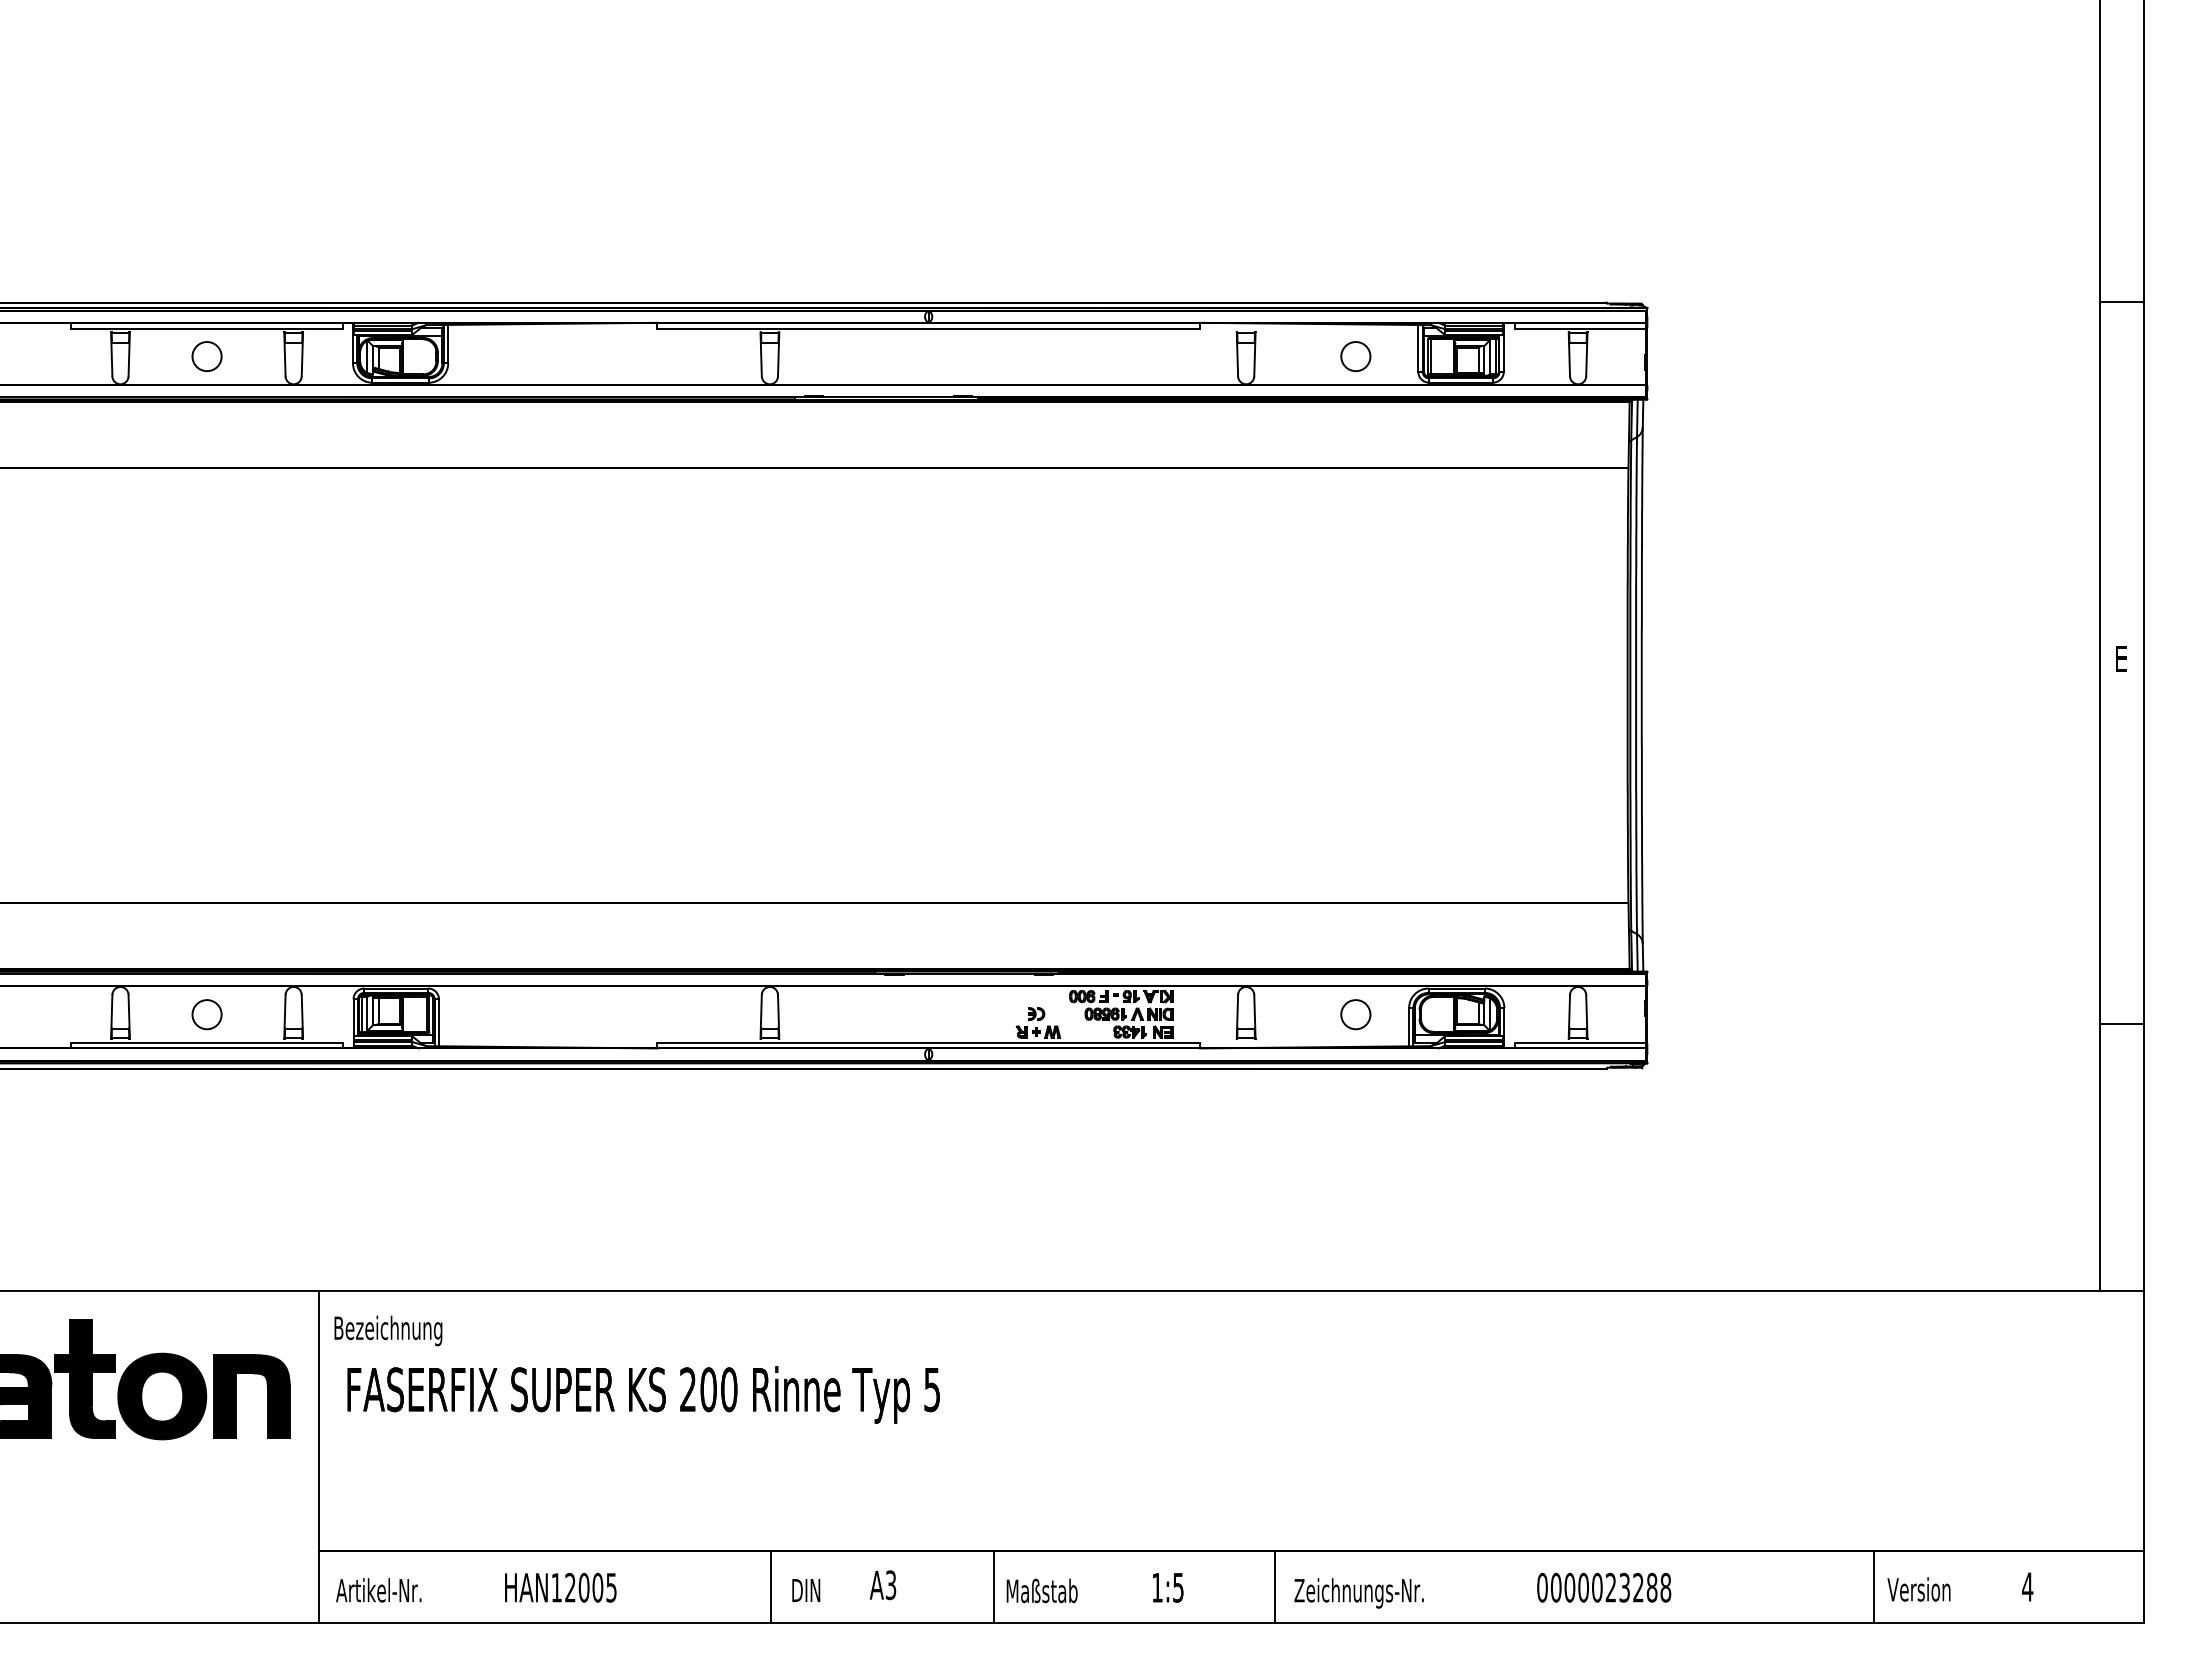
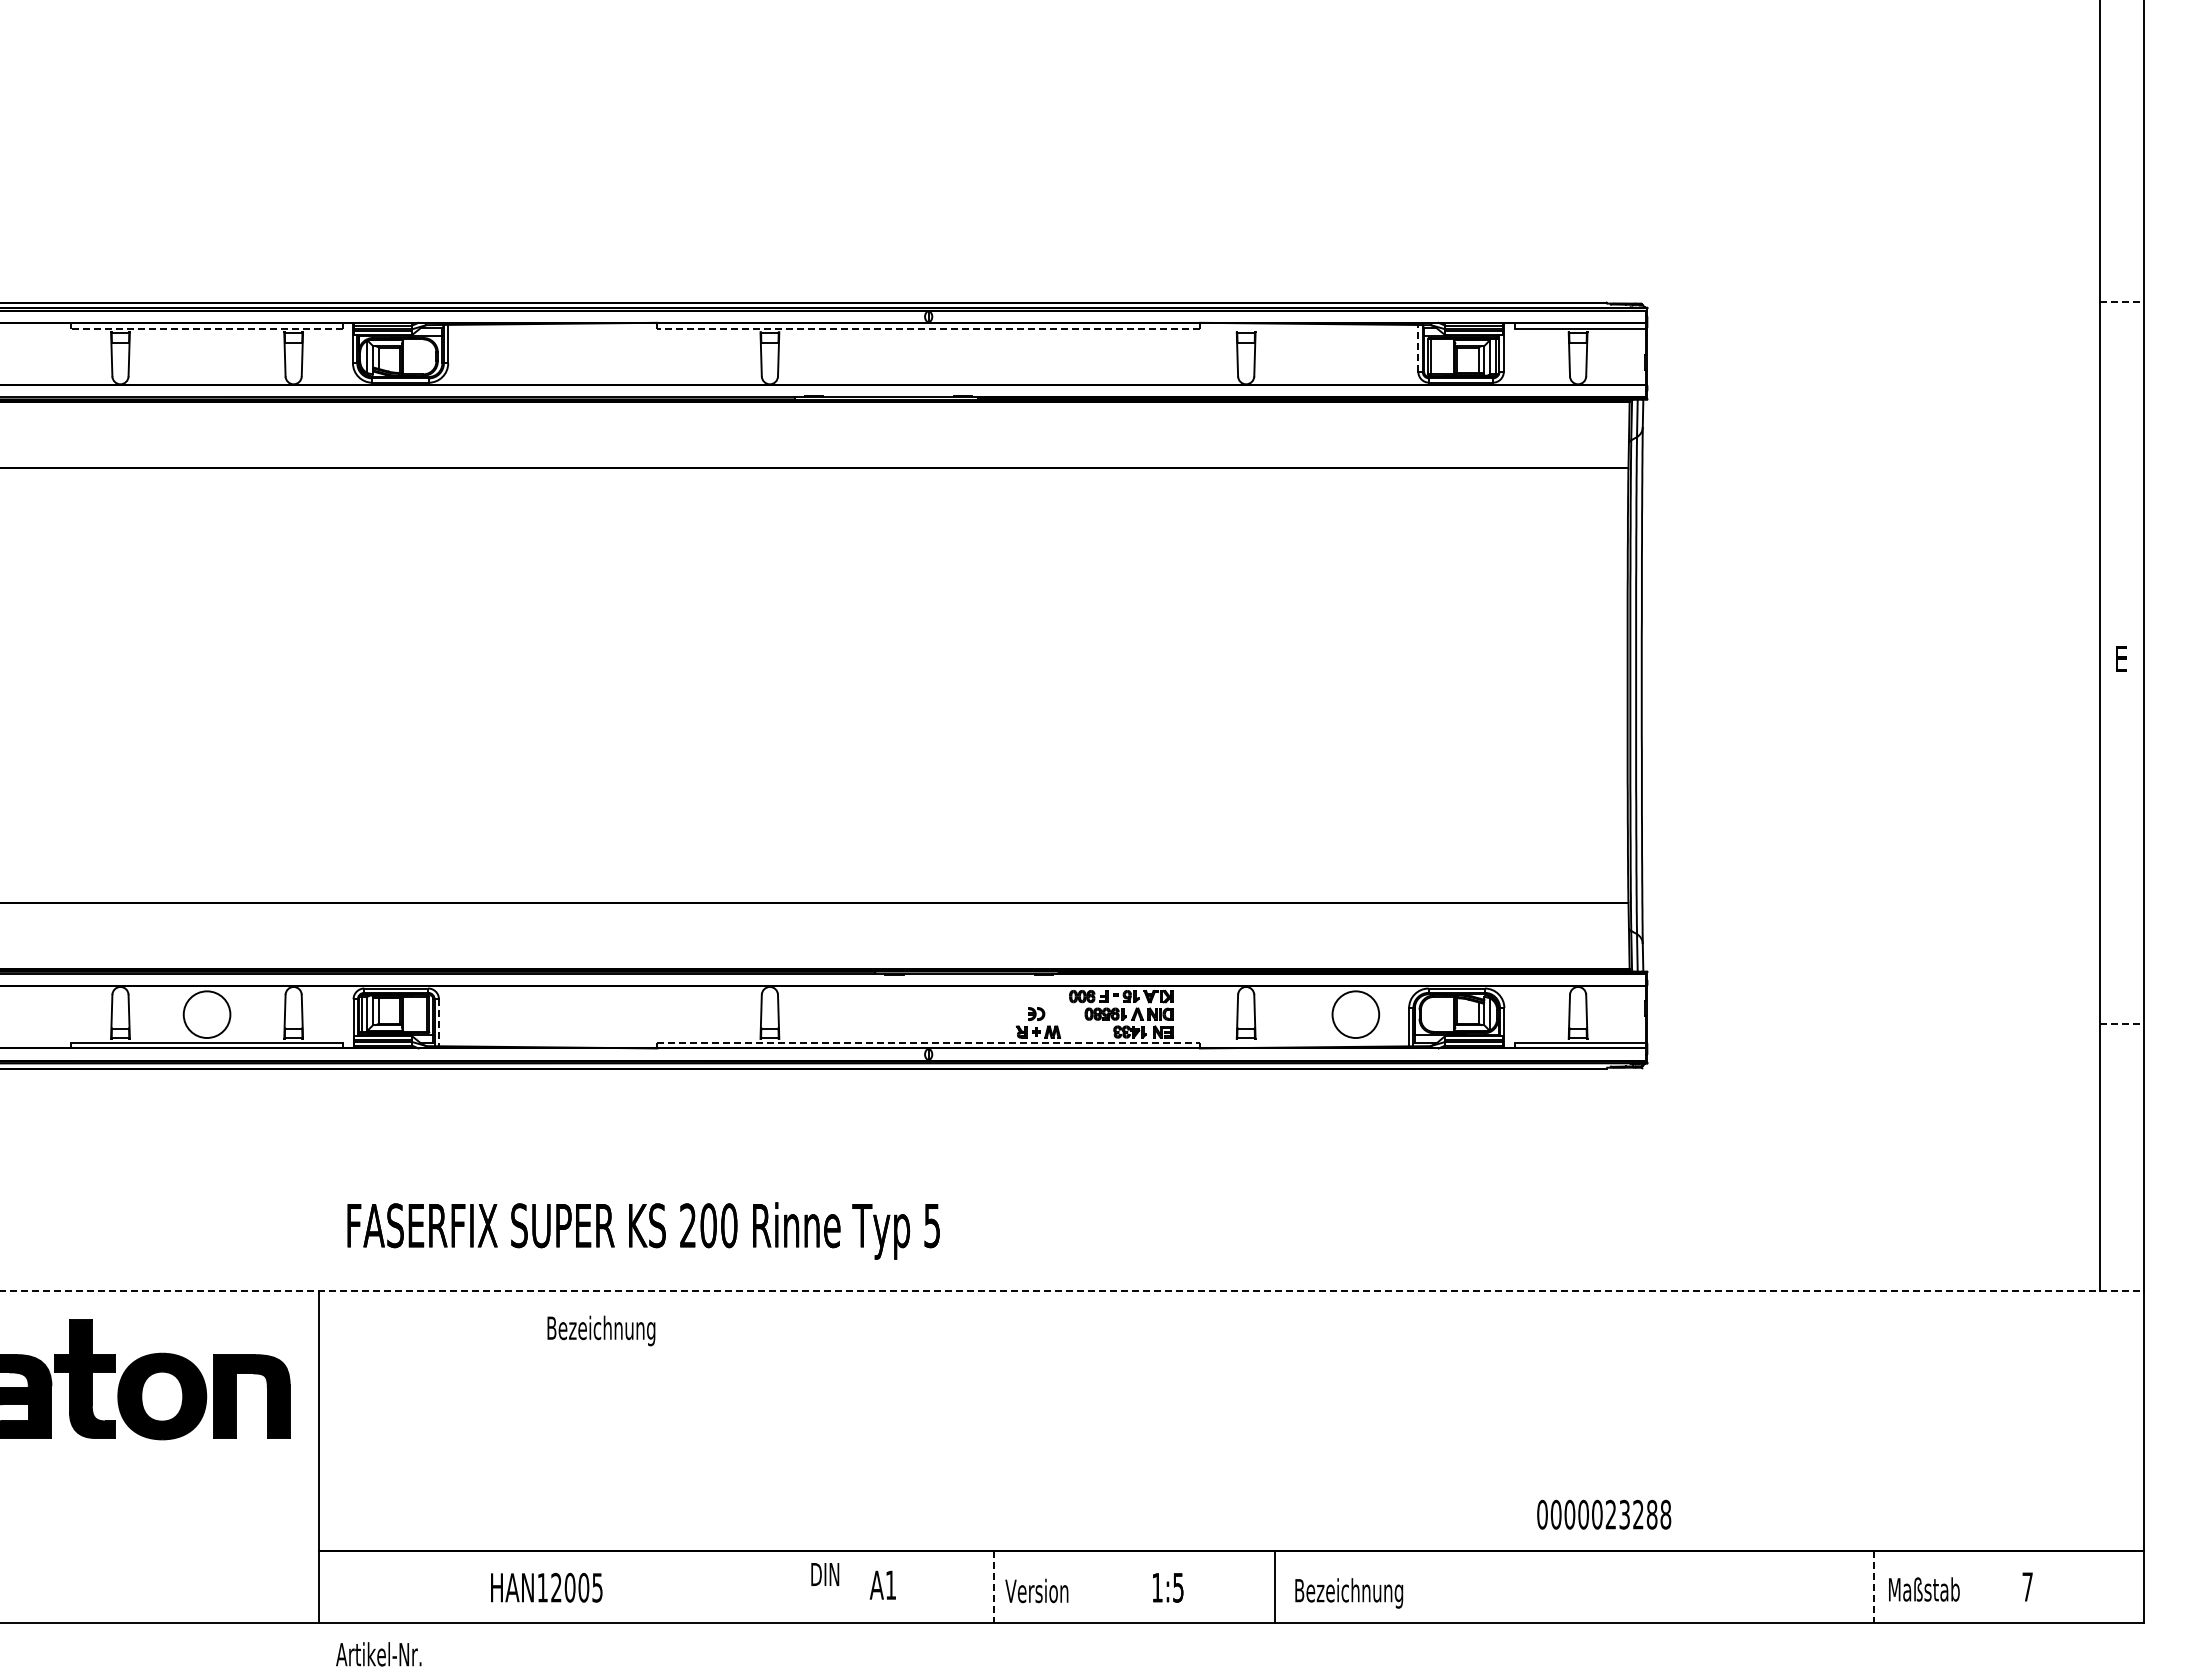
line at (2122, 302): solid -> dashed
line at (207, 328): solid -> dashed
line at (928, 328): solid -> dashed
line at (1418, 347): solid -> dashed
circle at (206, 356): present -> none
circle at (1355, 356): present -> none
circle at (206, 1014) diameter: 29 px -> 47 px
circle at (1355, 1014) diameter: 29 px -> 47 px
line at (439, 1023): solid -> dashed
line at (2122, 1023): solid -> dashed
line at (929, 1042): solid -> dashed
line at (1072, 1290): solid -> dashed
text at (388, 1330) position: (388, 1330) -> (601, 1330)
text at (643, 1394) position: (643, 1394) -> (643, 1230)
text at (890, 1585): A3 -> A1
line at (771, 1586): present -> none
text at (2027, 1586): 4 -> 7
text at (560, 1587) position: (560, 1587) -> (546, 1587)
line at (993, 1587): solid -> dashed
text at (1604, 1587) position: (1604, 1587) -> (1604, 1514)
line at (1873, 1587): solid -> dashed
text at (1923, 1589): Version -> Maßstab
text at (378, 1590) position: (378, 1590) -> (378, 1654)
text at (806, 1590) position: (806, 1590) -> (825, 1574)
text at (1041, 1590): Maßstab -> Version
text at (1358, 1593): Zeichnungs-Nr. -> Bezeichnung
